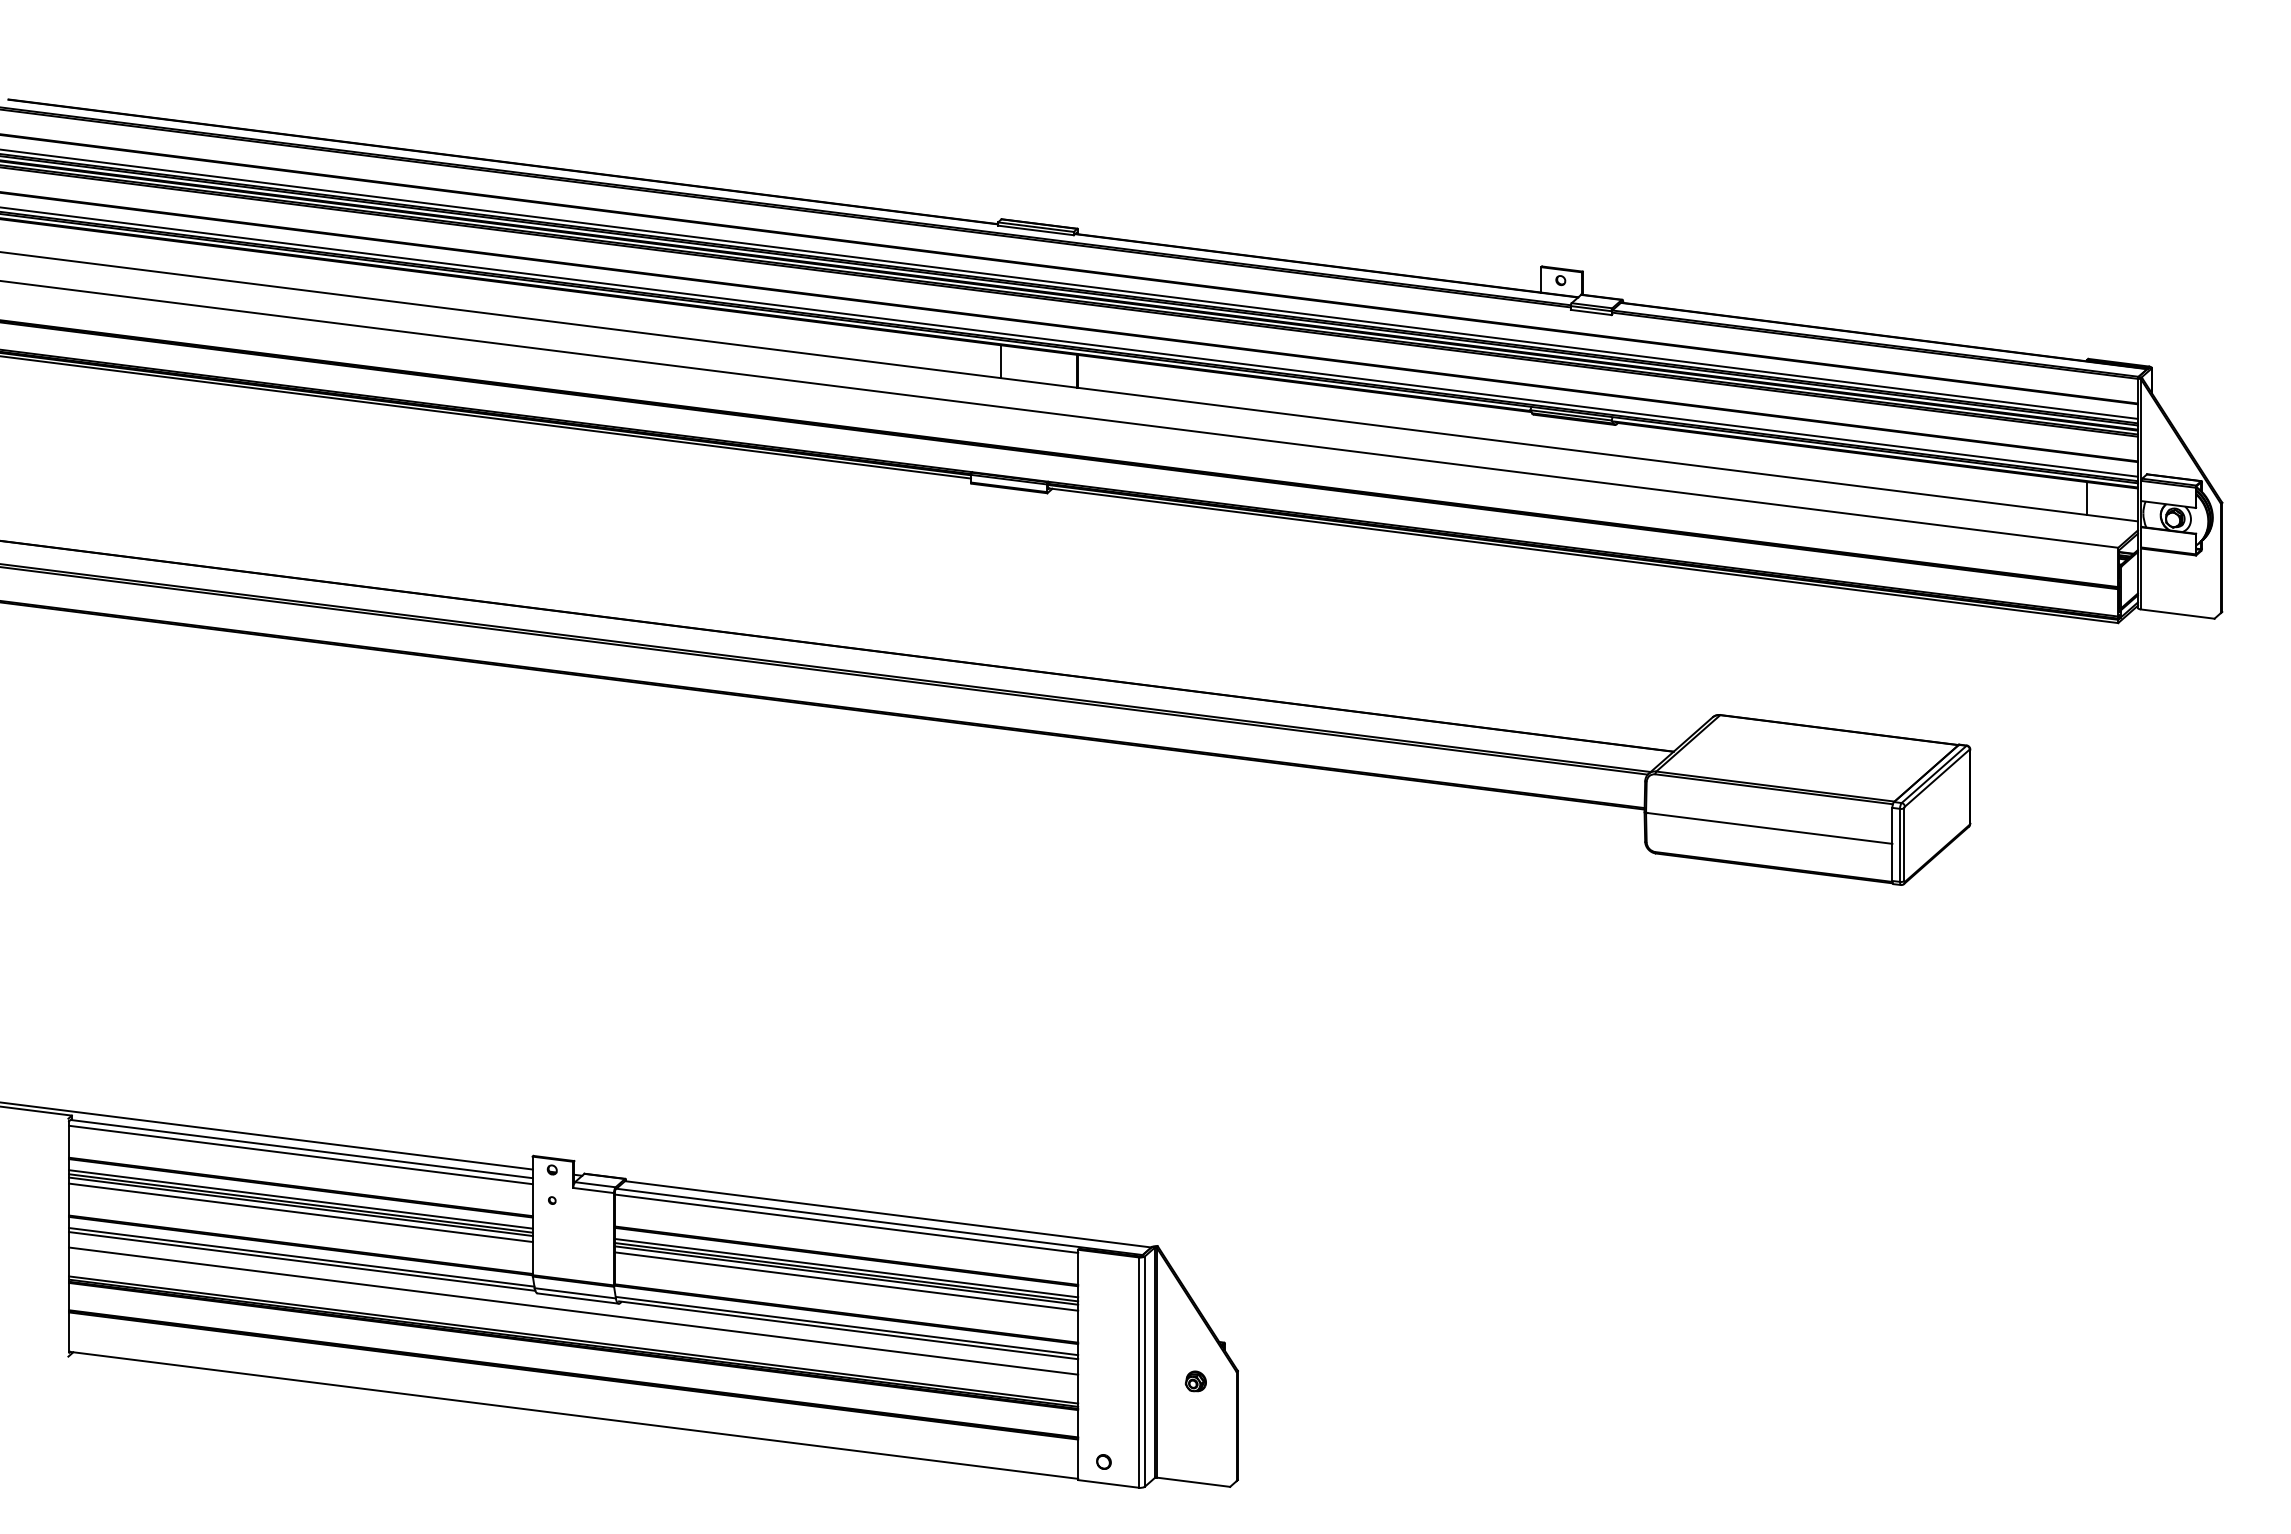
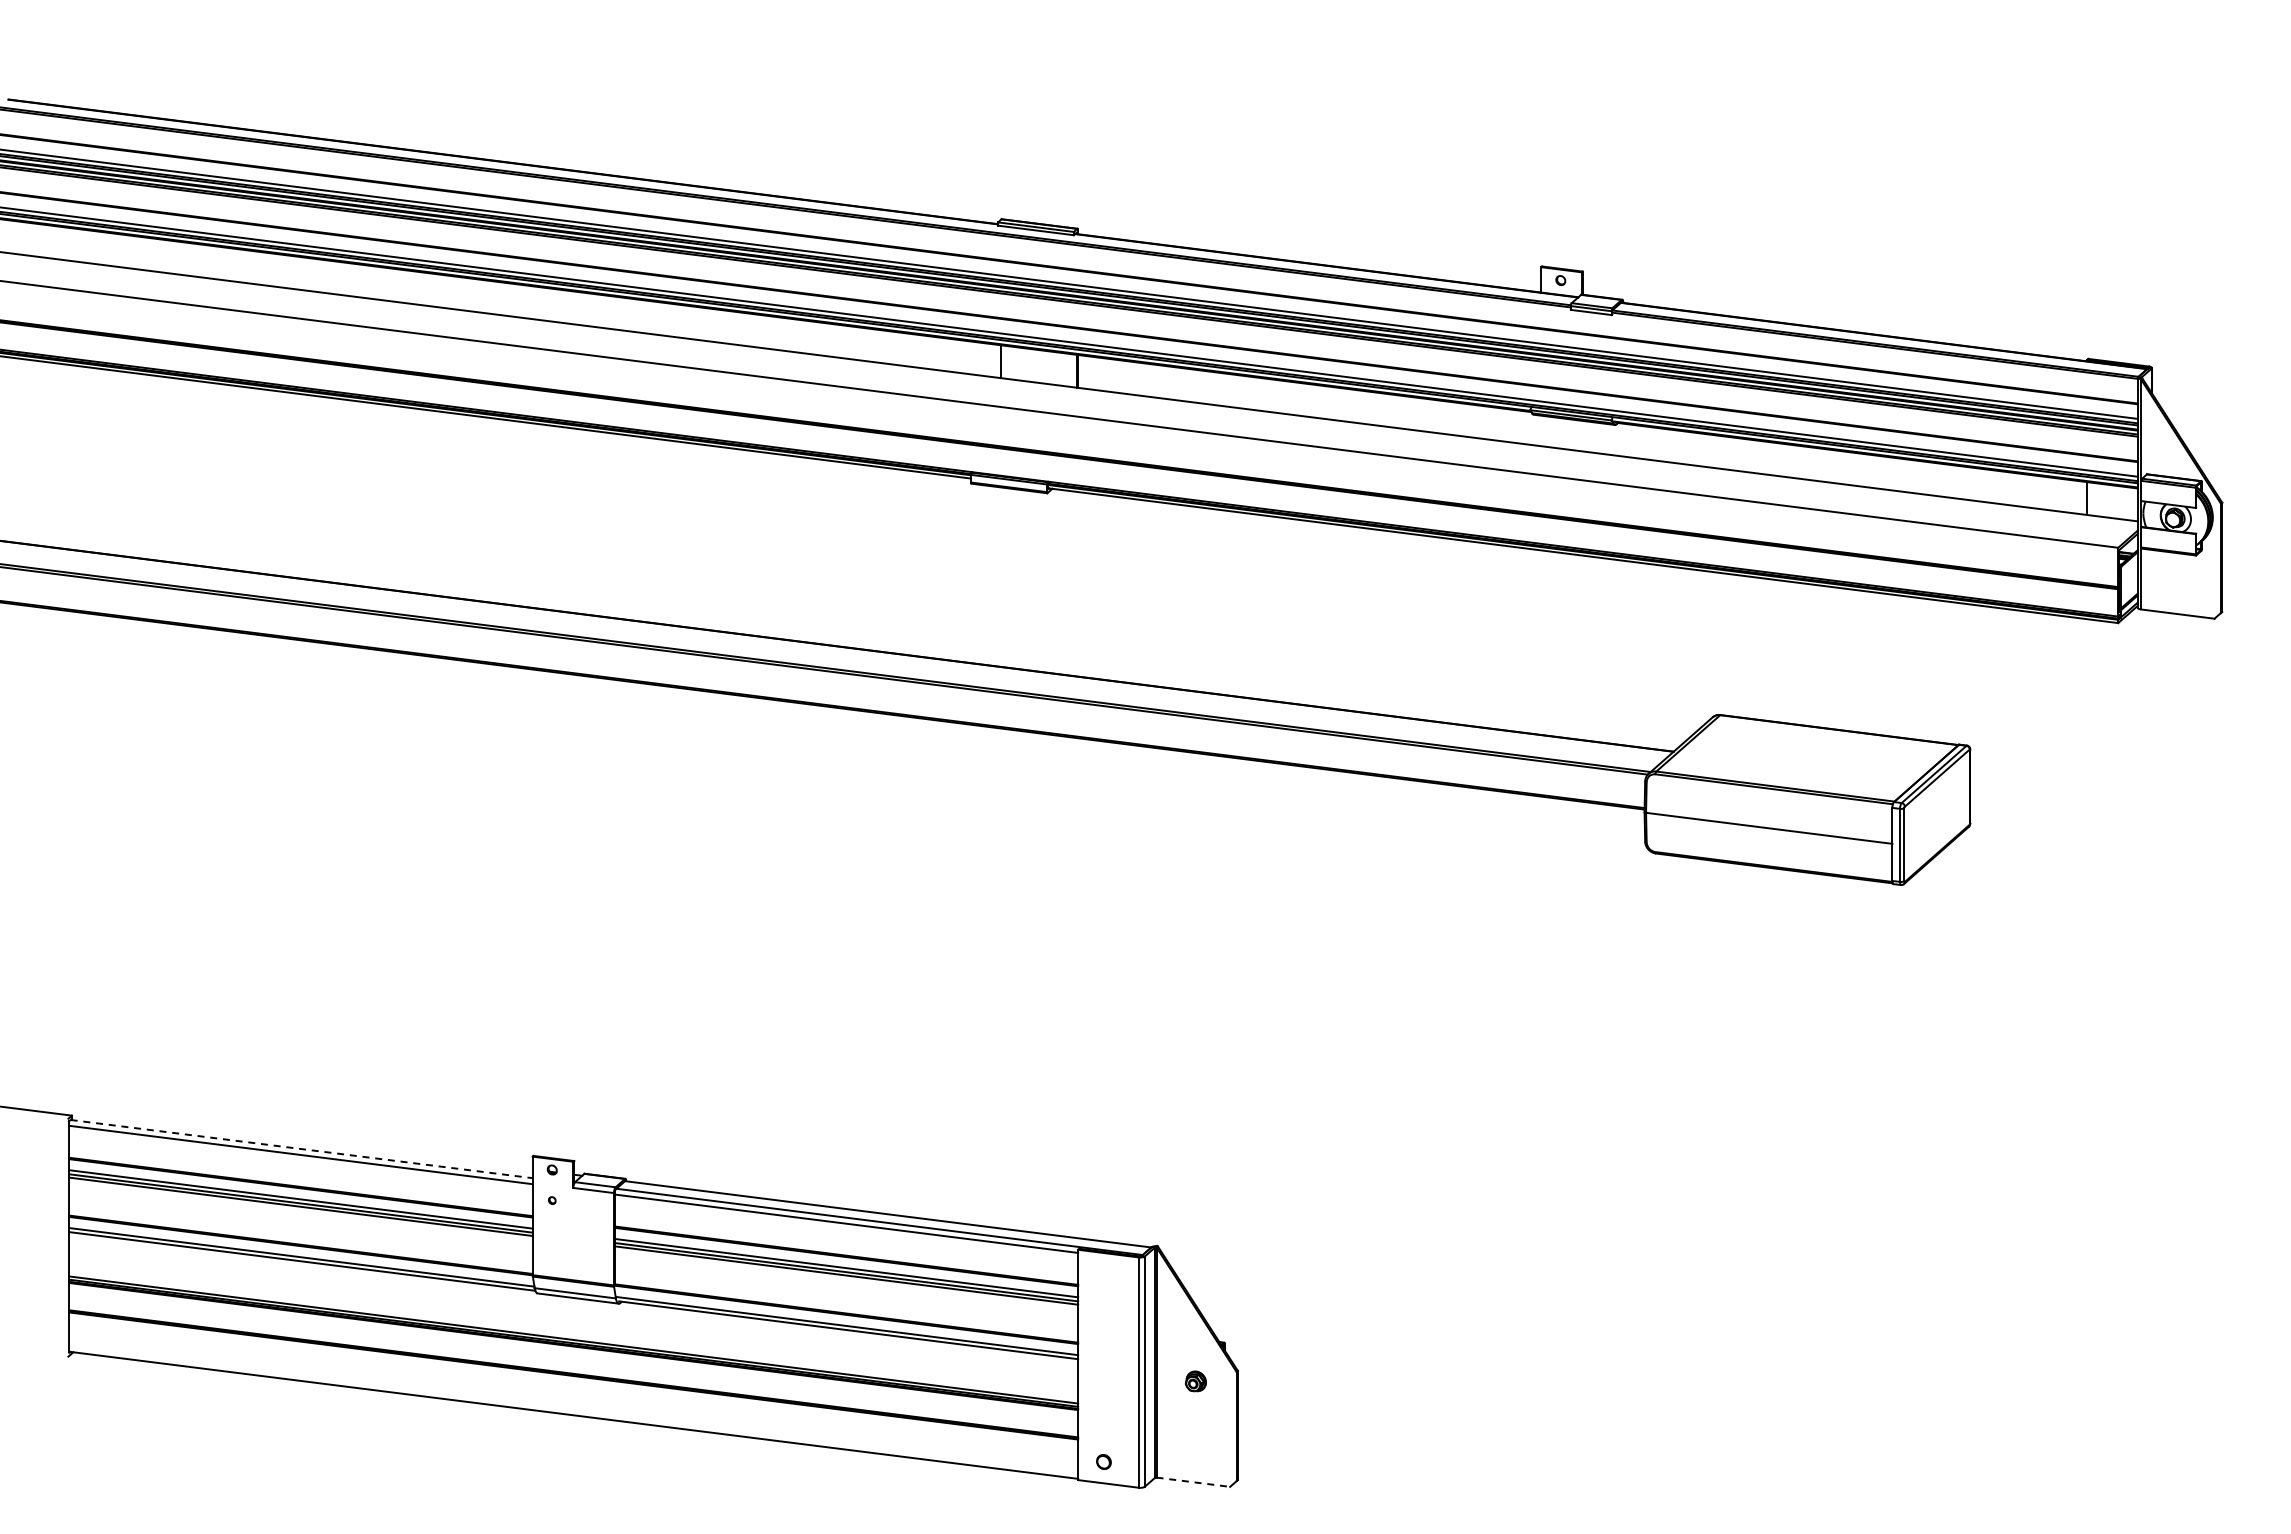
line at (267, 1135): present -> none
line at (301, 1149): solid -> dashed
line at (300, 1212): present -> none
line at (846, 1281): present -> none
line at (573, 1310): present -> none
line at (1193, 1482): solid -> dashed
